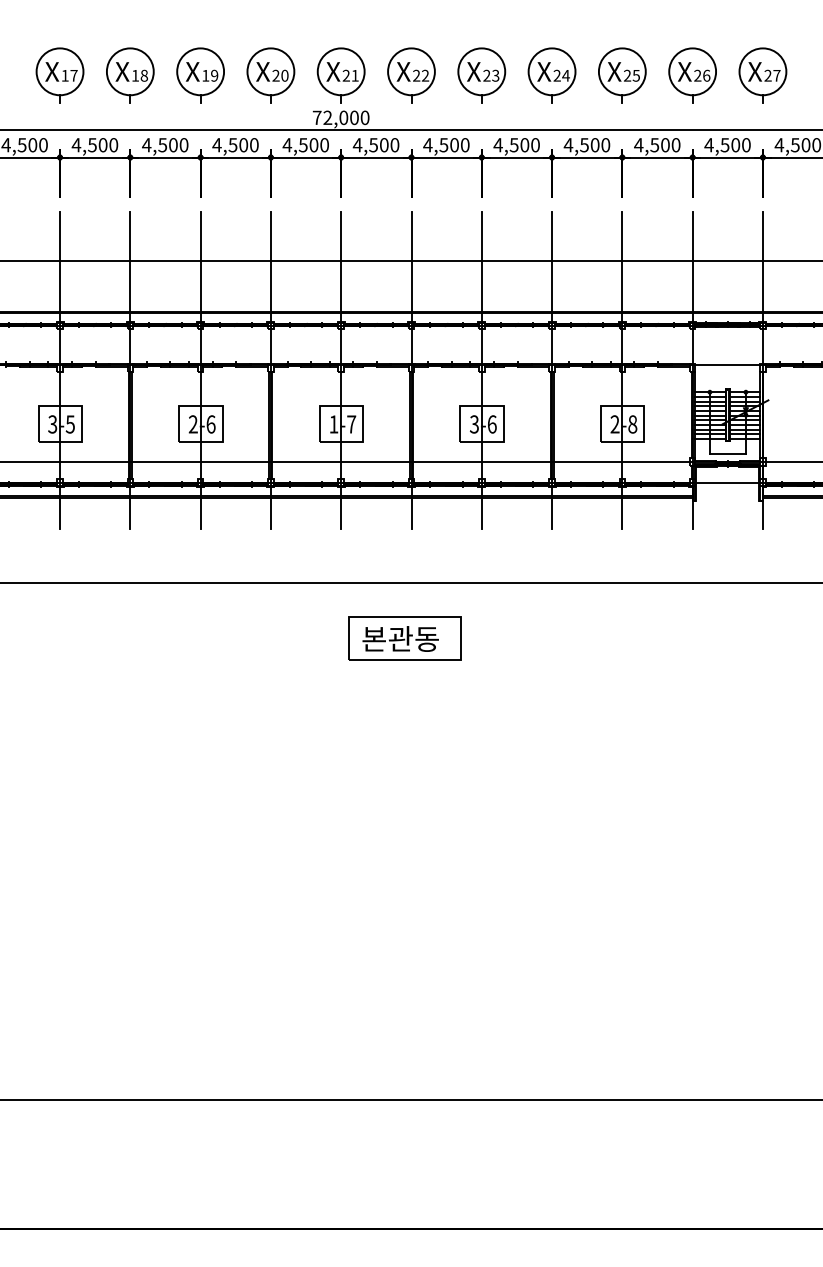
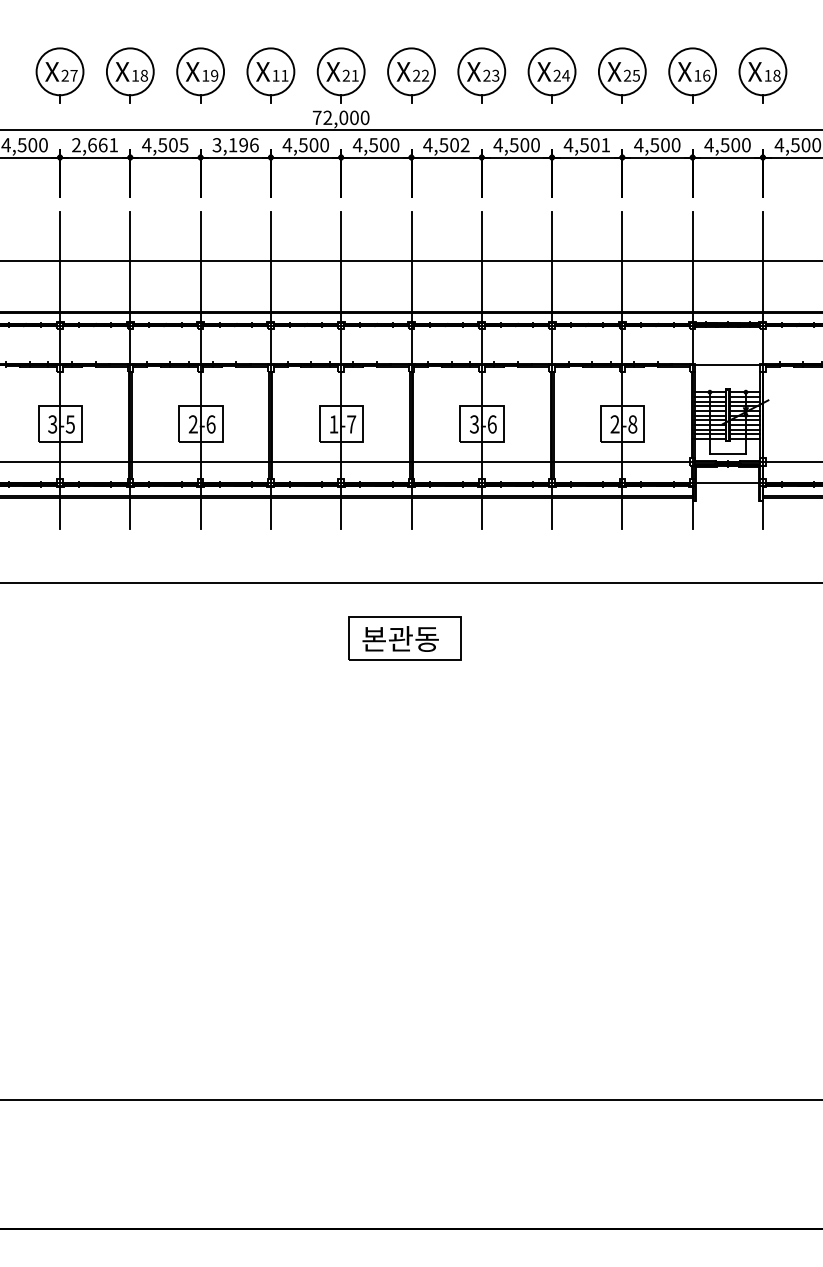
text at (64, 75): 17 -> 27
text at (280, 75): 20 -> 11
text at (697, 75): 26 -> 16
text at (772, 75): 27 -> 18
text at (94, 145): 4,500 -> 2,661
text at (183, 145): 4,500 -> 4,505
text at (235, 145): 4,500 -> 3,196
text at (464, 145): 4,500 -> 4,502
text at (605, 145): 4,500 -> 4,501
